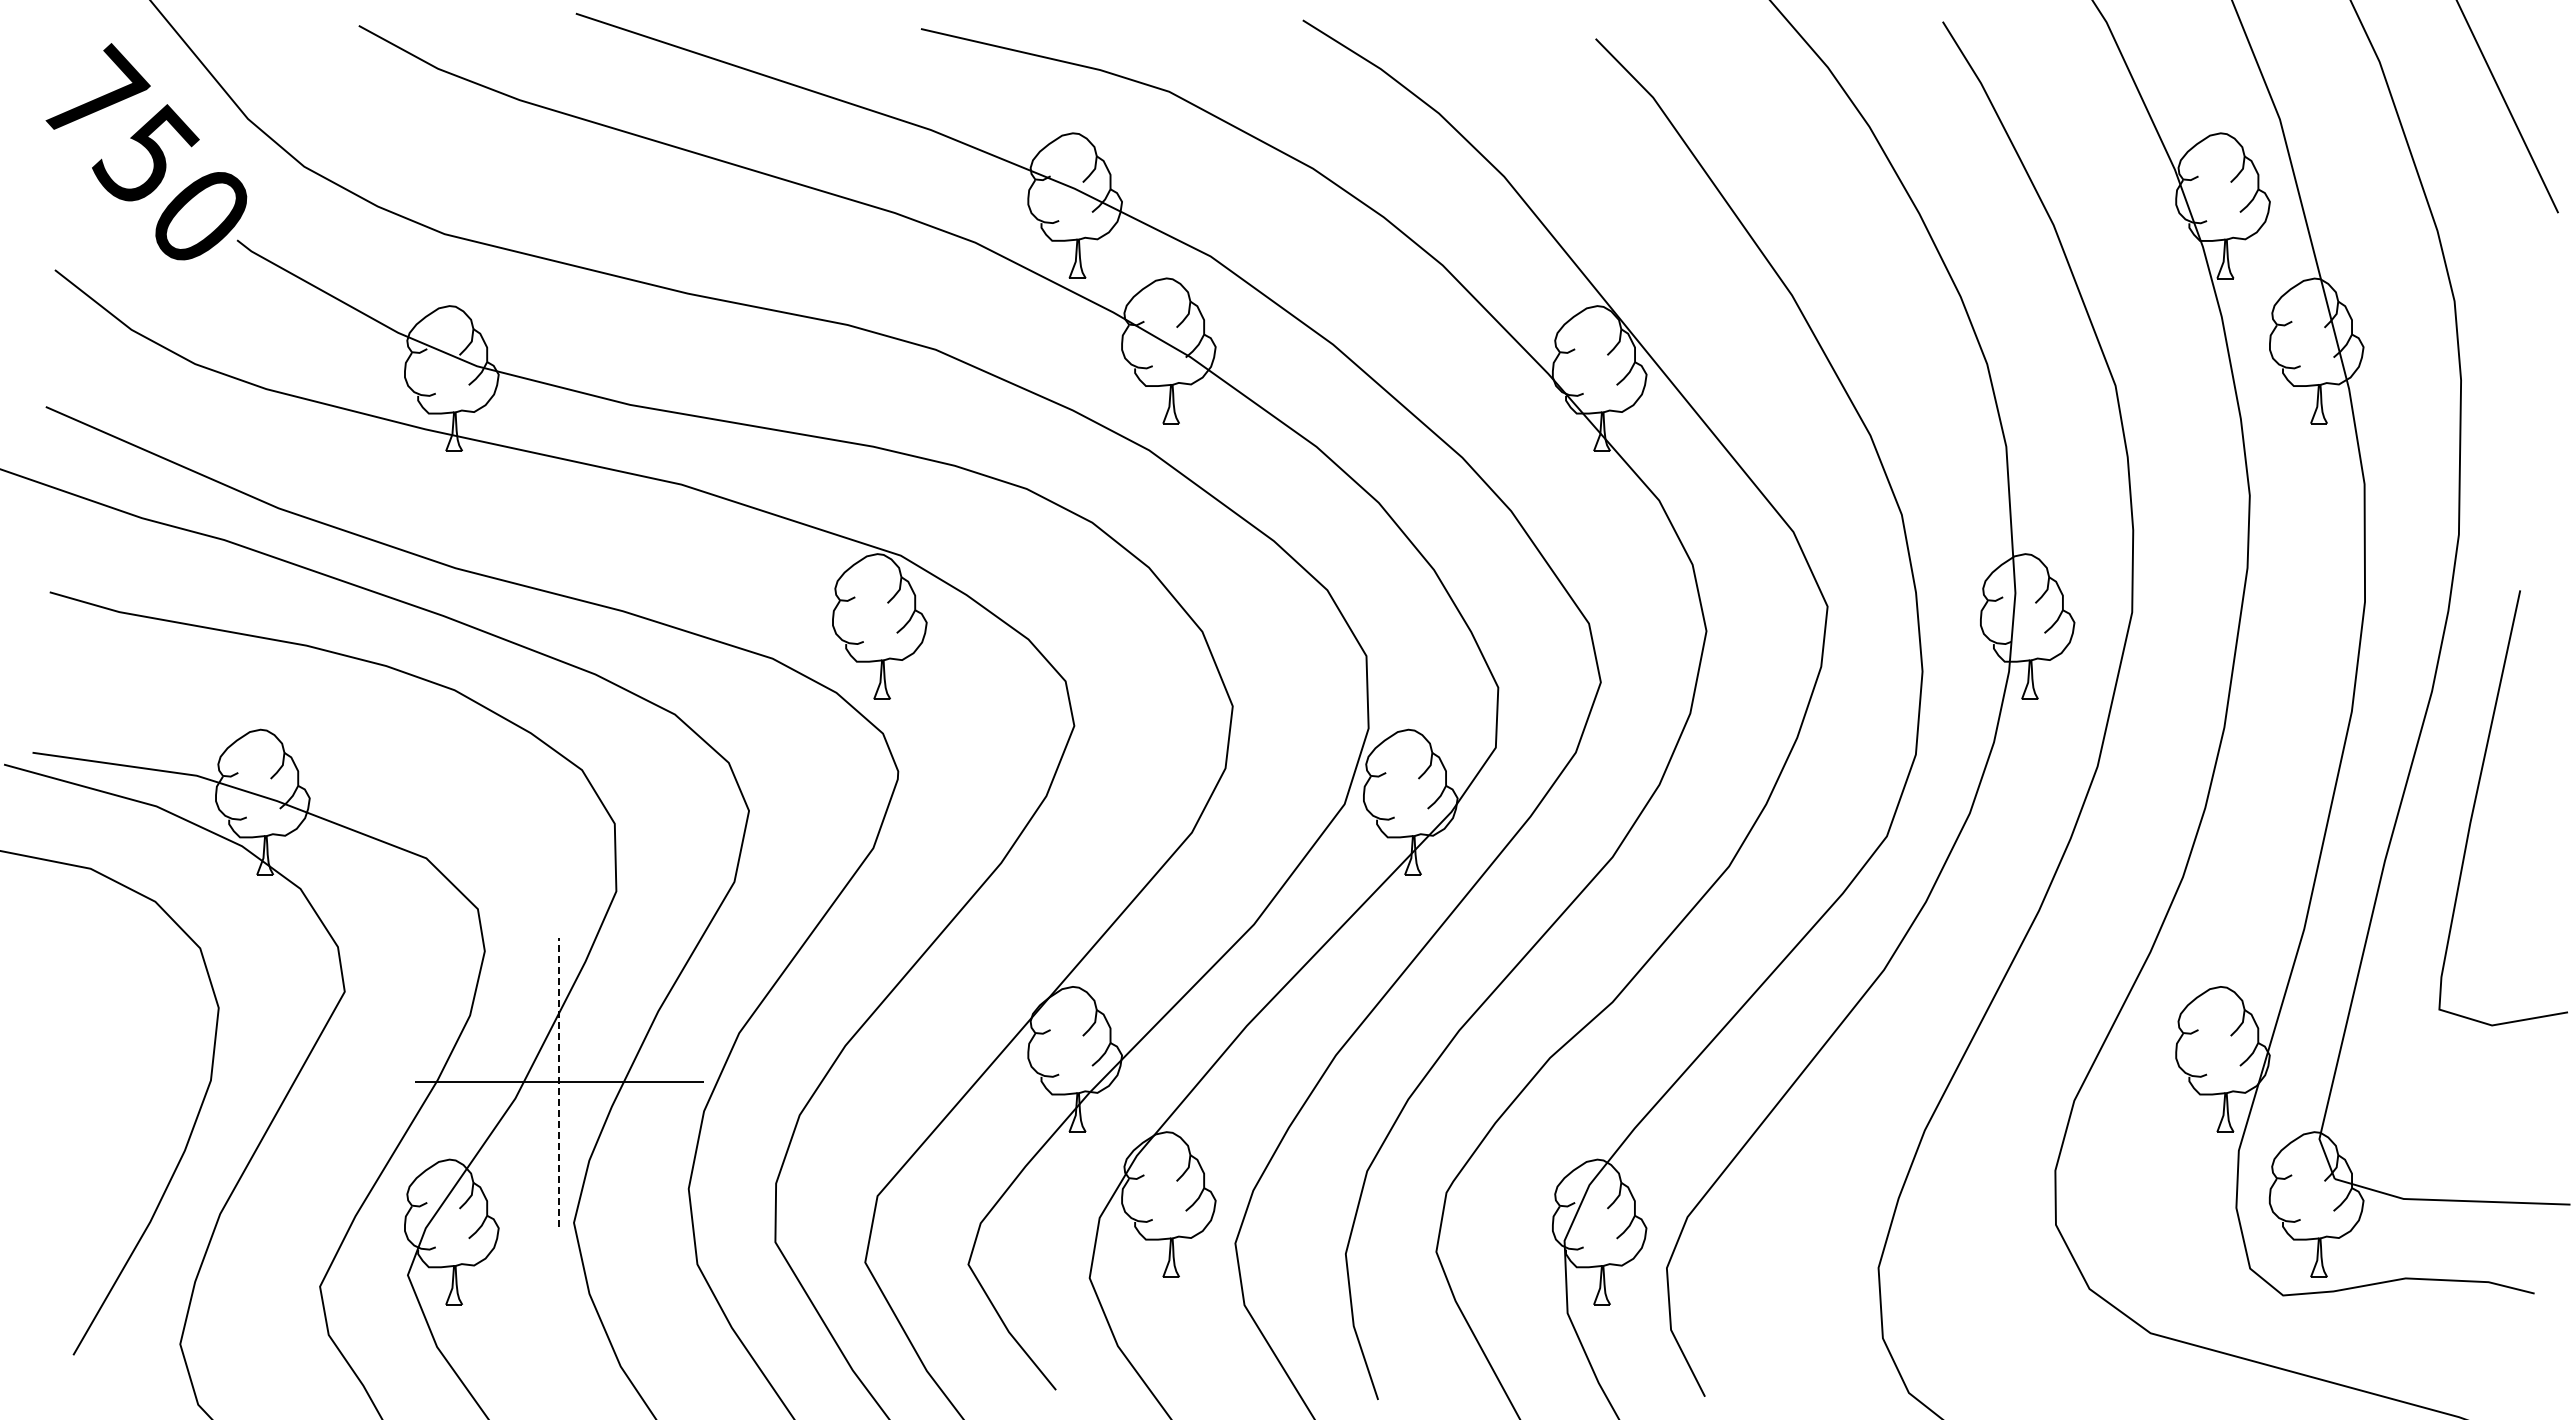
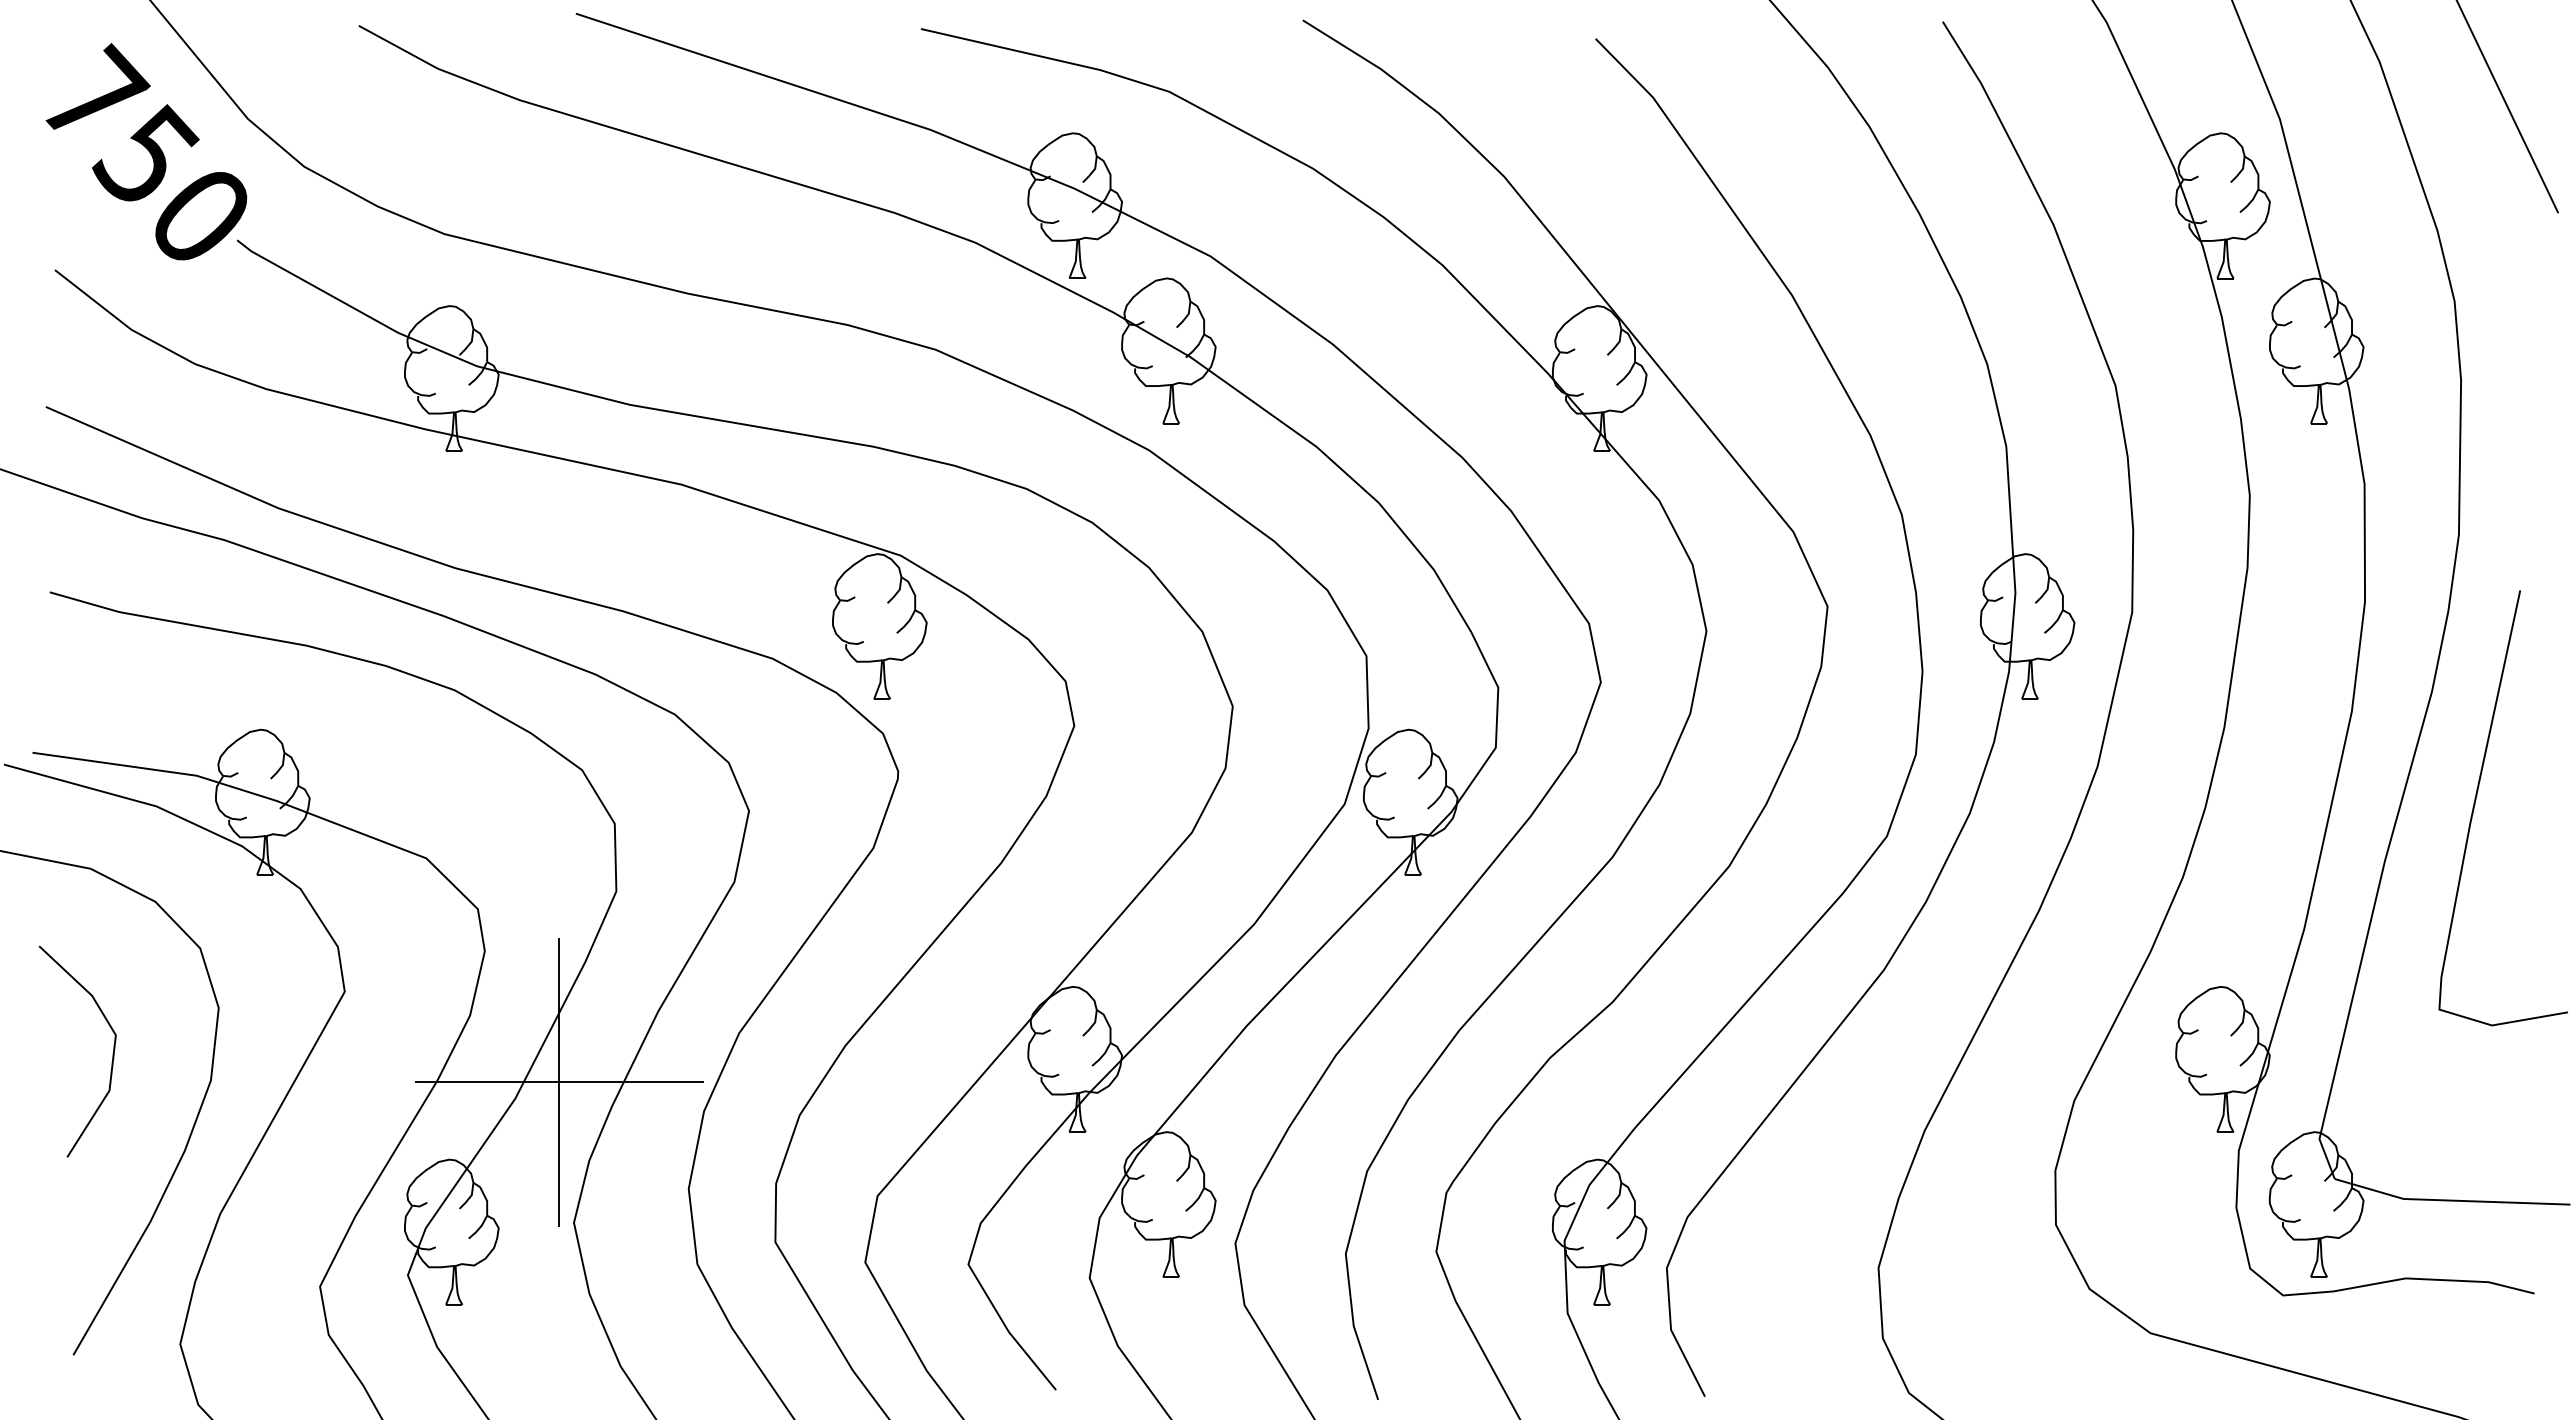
line at (112, 1053): none -> present
line at (559, 1082): dashed -> solid
